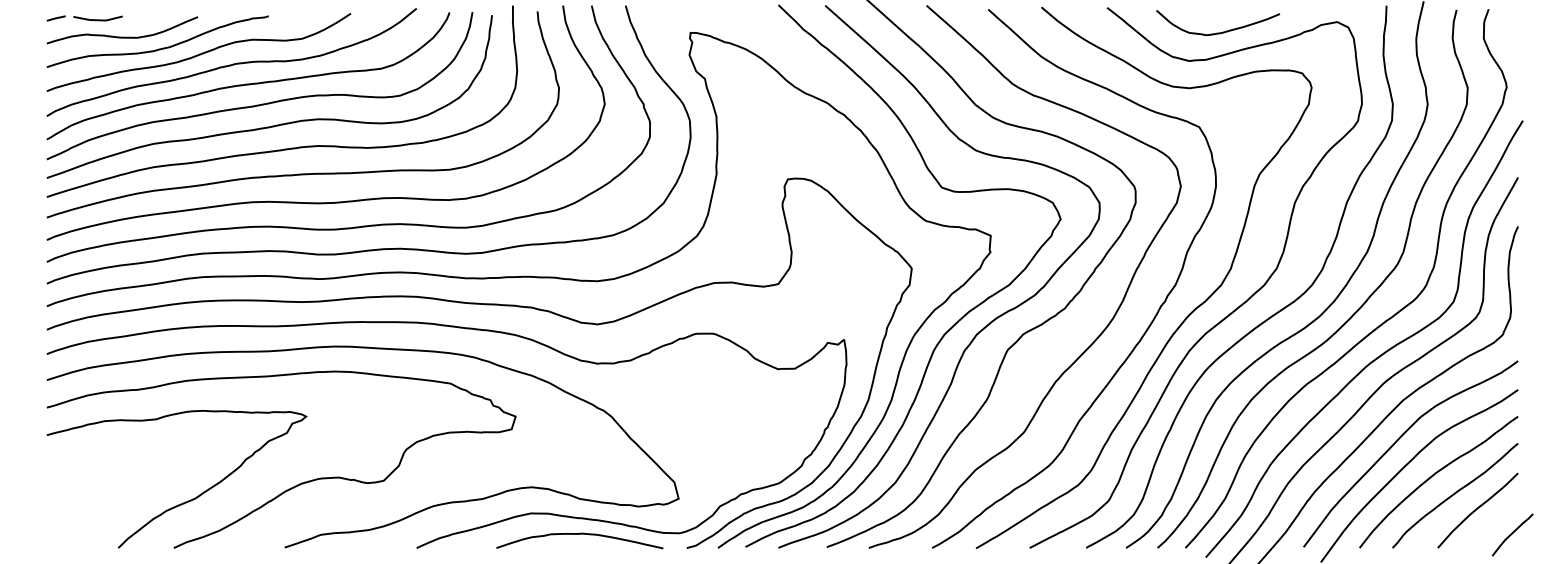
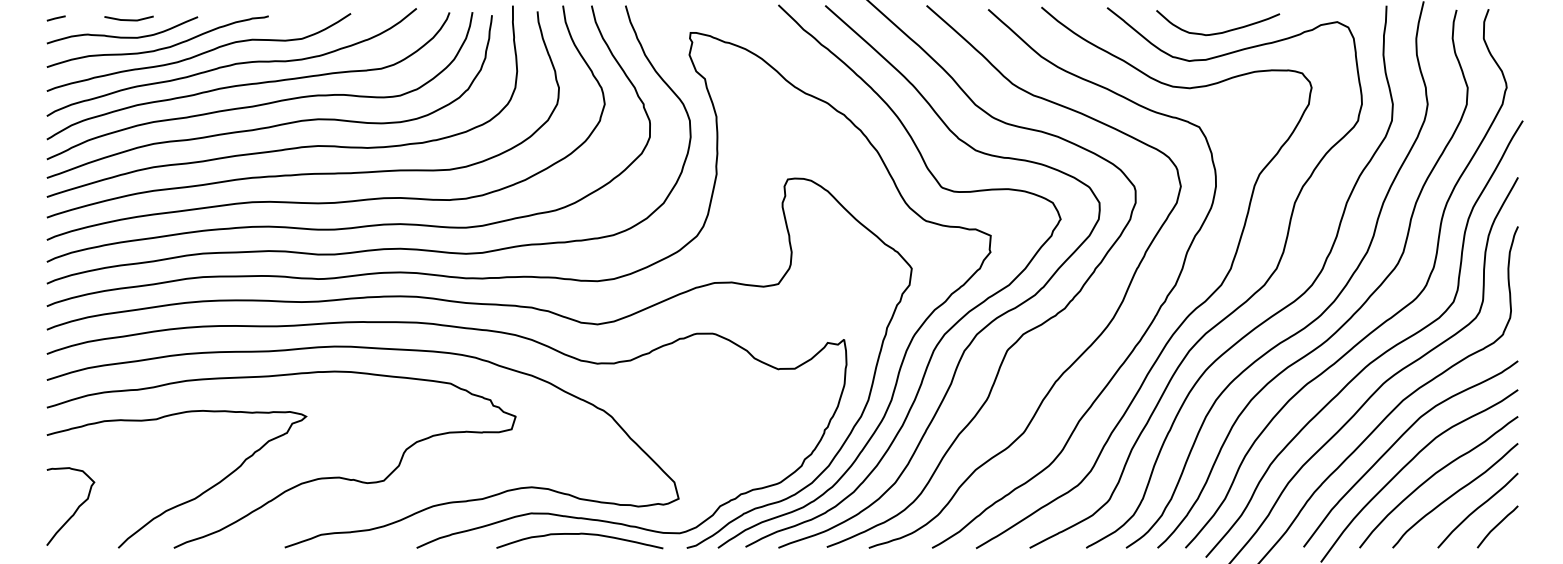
line at (97, 19) position: (97, 19) -> (128, 19)
curve at (76, 508): none -> present
curve at (1512, 534) position: (1512, 534) -> (1497, 526)
